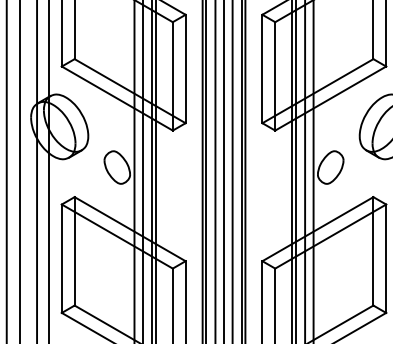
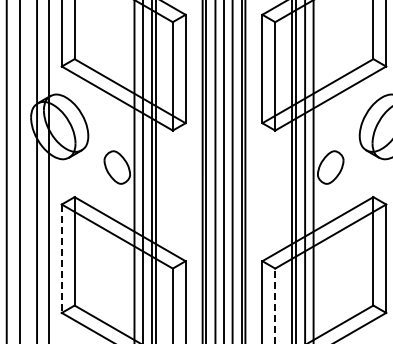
line at (61, 259): solid -> dashed
line at (275, 305): solid -> dashed
